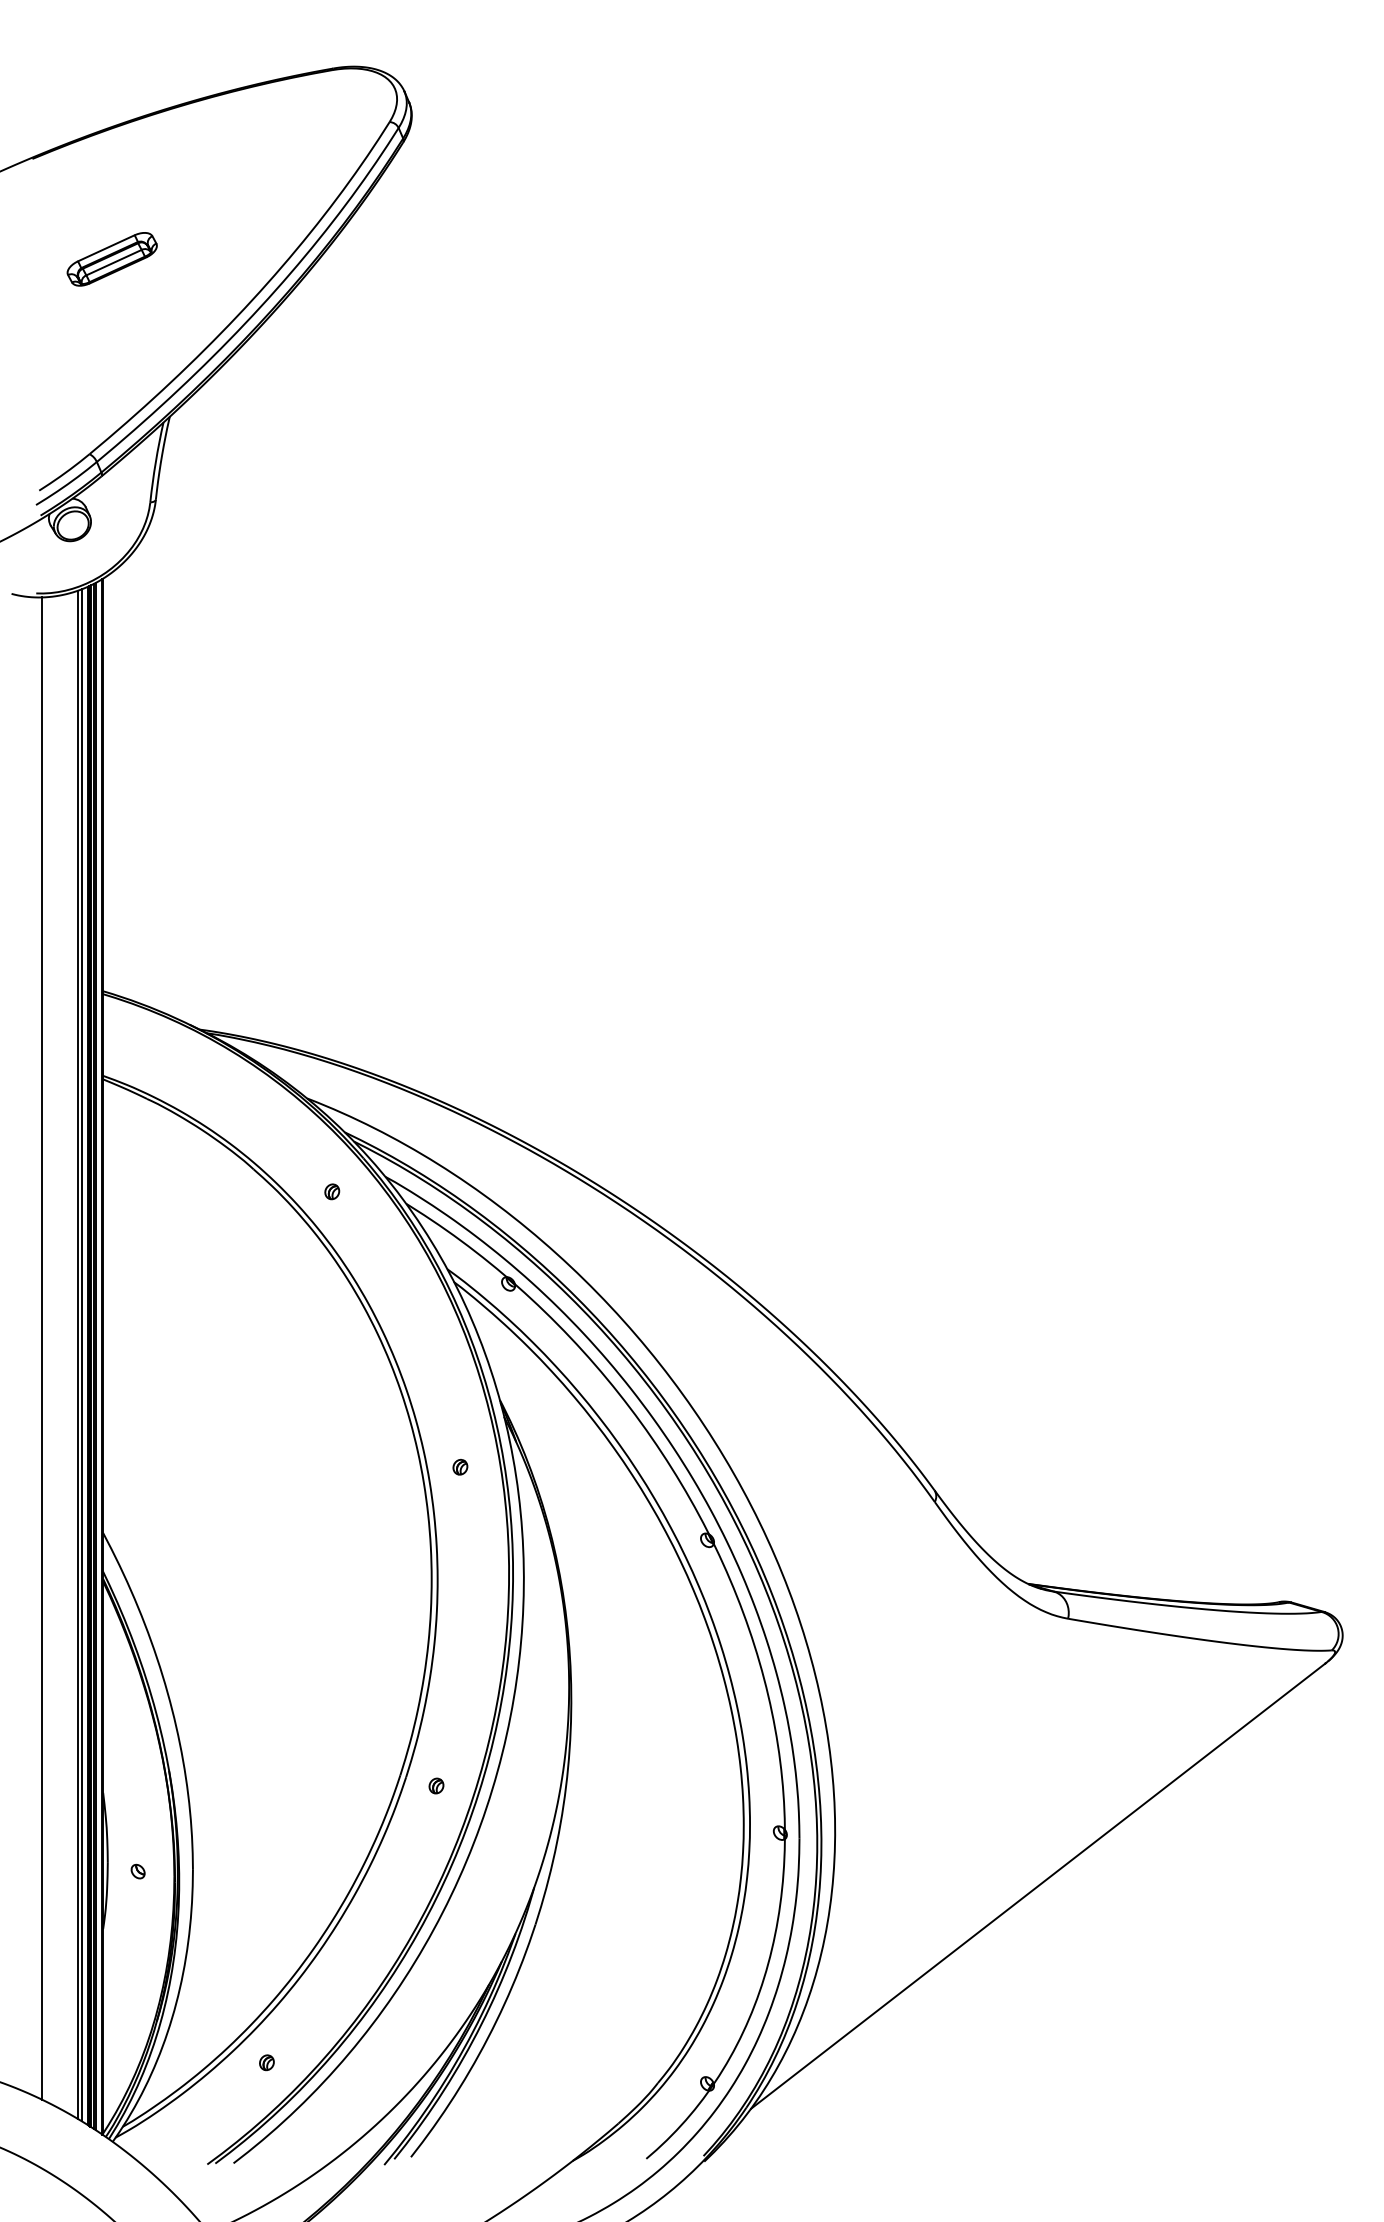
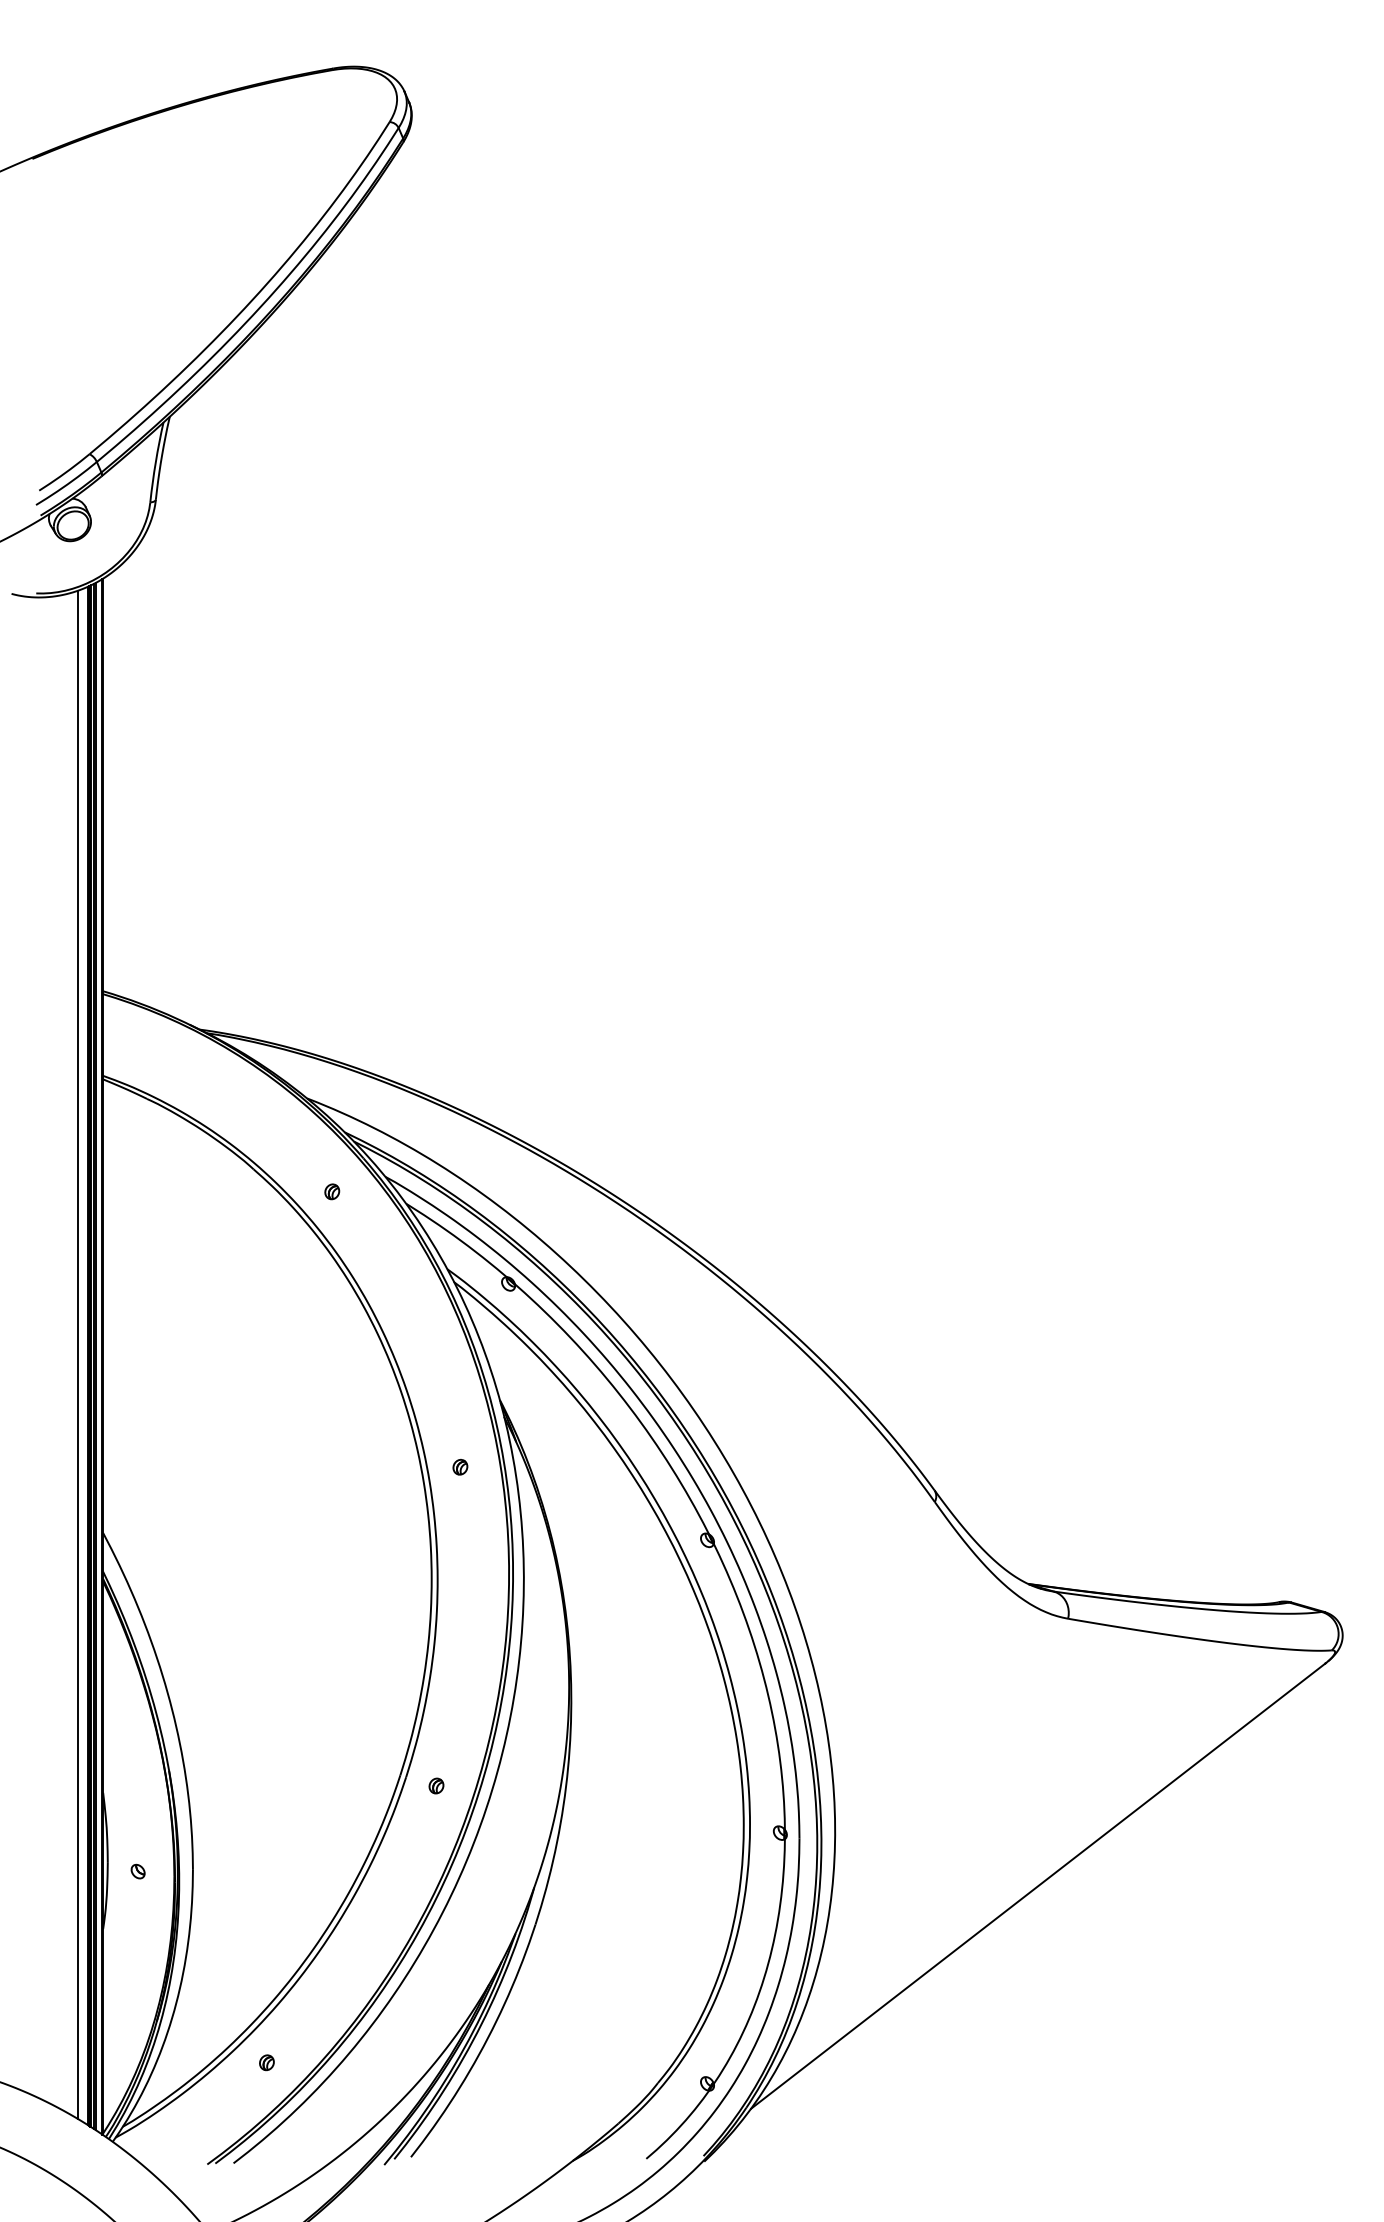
part at (111, 259): present -> none
line at (42, 1348): present -> none
line at (82, 1355): present -> none
